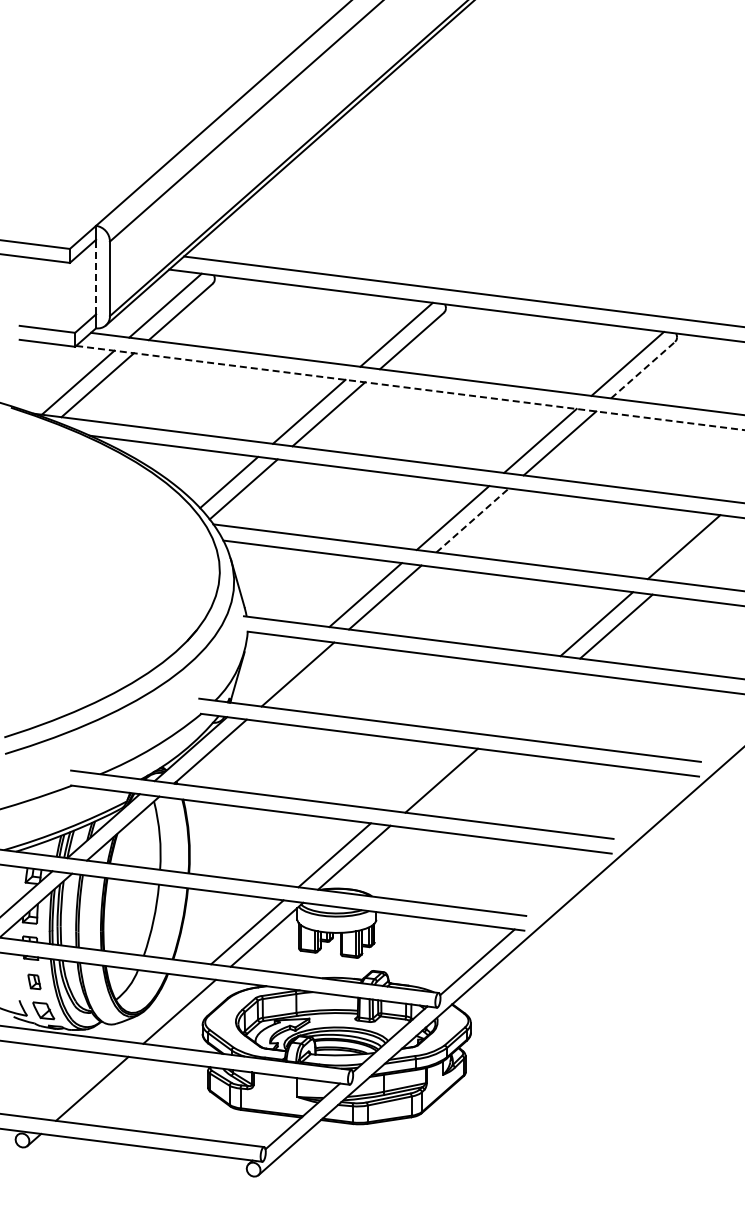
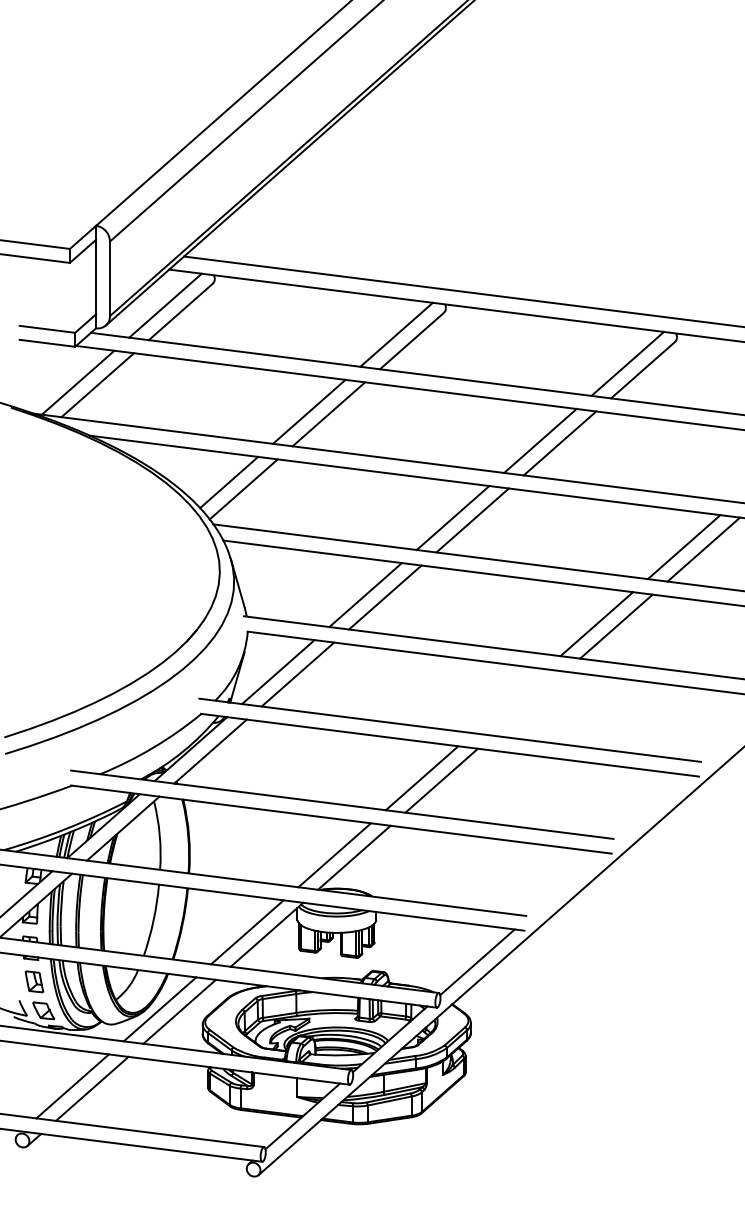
line at (96, 276): dashed -> solid
line at (643, 370): dashed -> solid
line at (410, 388): dashed -> solid
line at (473, 520): dashed -> solid
line at (703, 549): none -> present
line at (278, 672): none -> present
line at (421, 778): none -> present
part at (34, 981) size: 15x18 px -> 21x24 px
line at (159, 1009): none -> present
line at (72, 1086): none -> present
